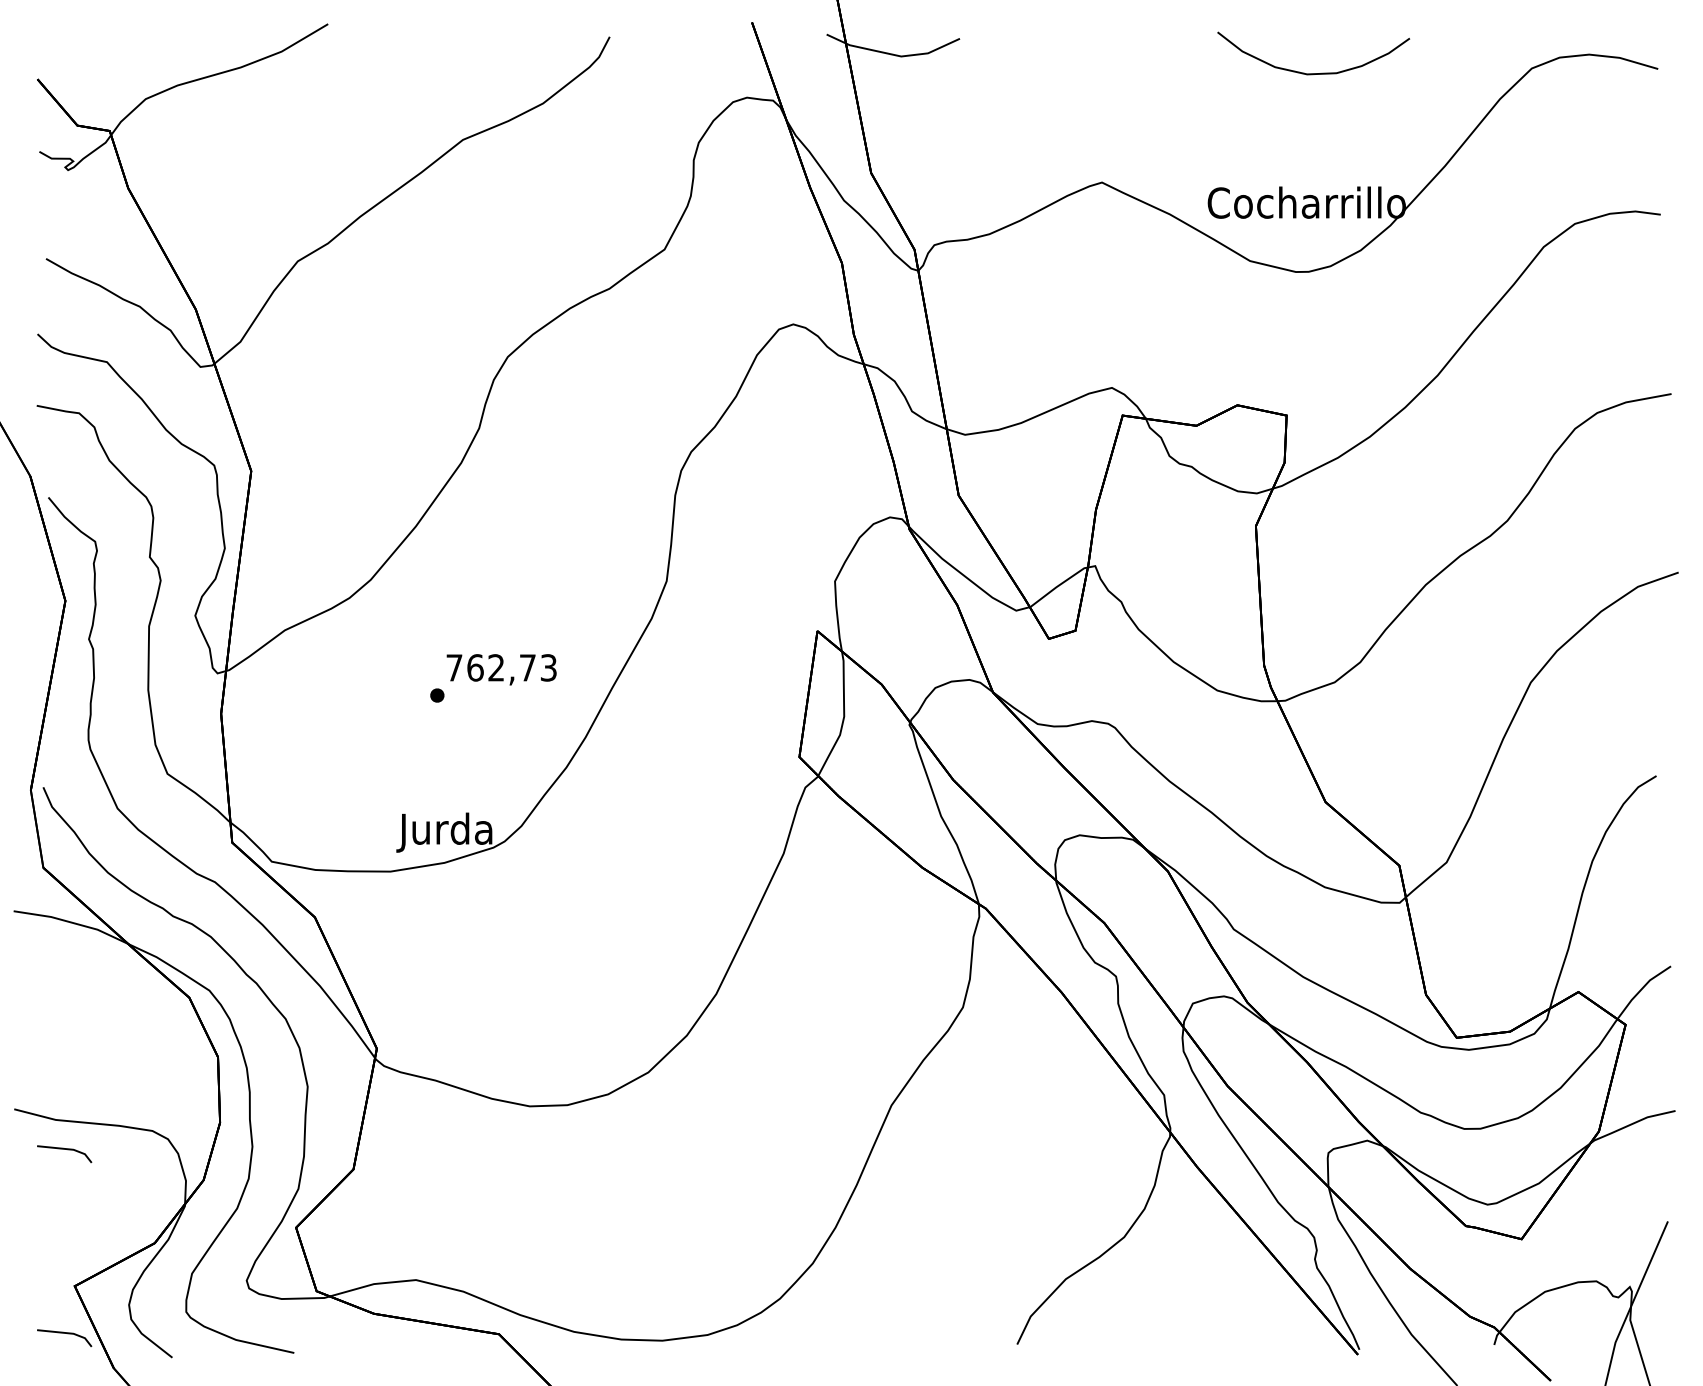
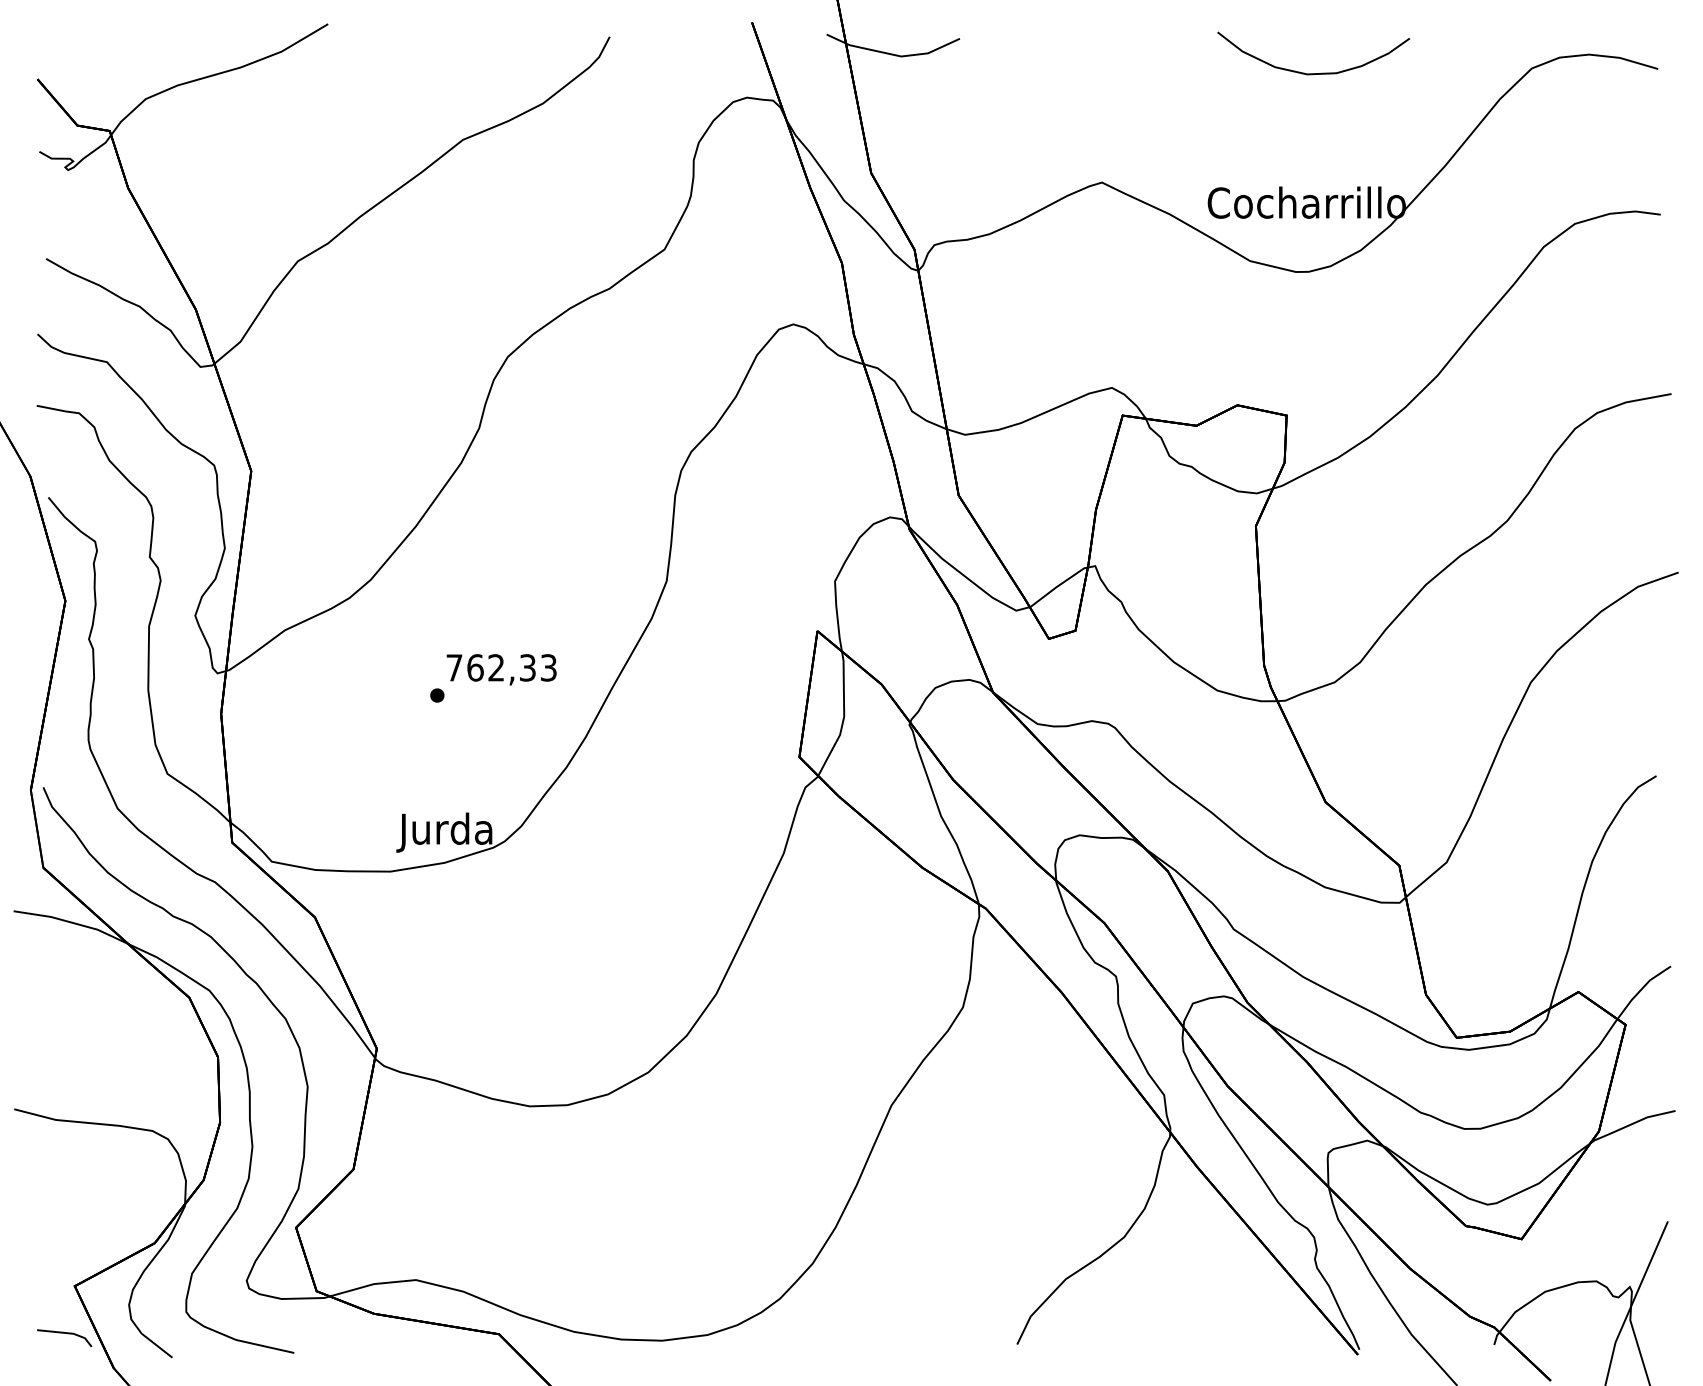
text at (527, 667): 762,73 -> 762,33
line at (64, 1149): present -> none
